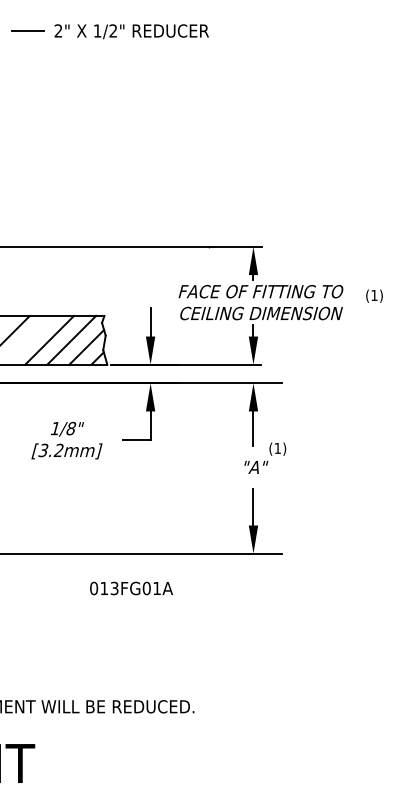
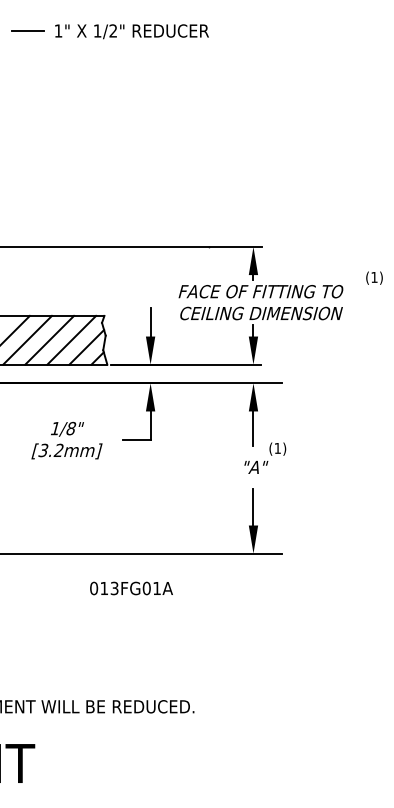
text at (58, 30): 2" -> 1"
text at (374, 295) position: (374, 295) -> (374, 277)
line at (27, 339): none -> present
